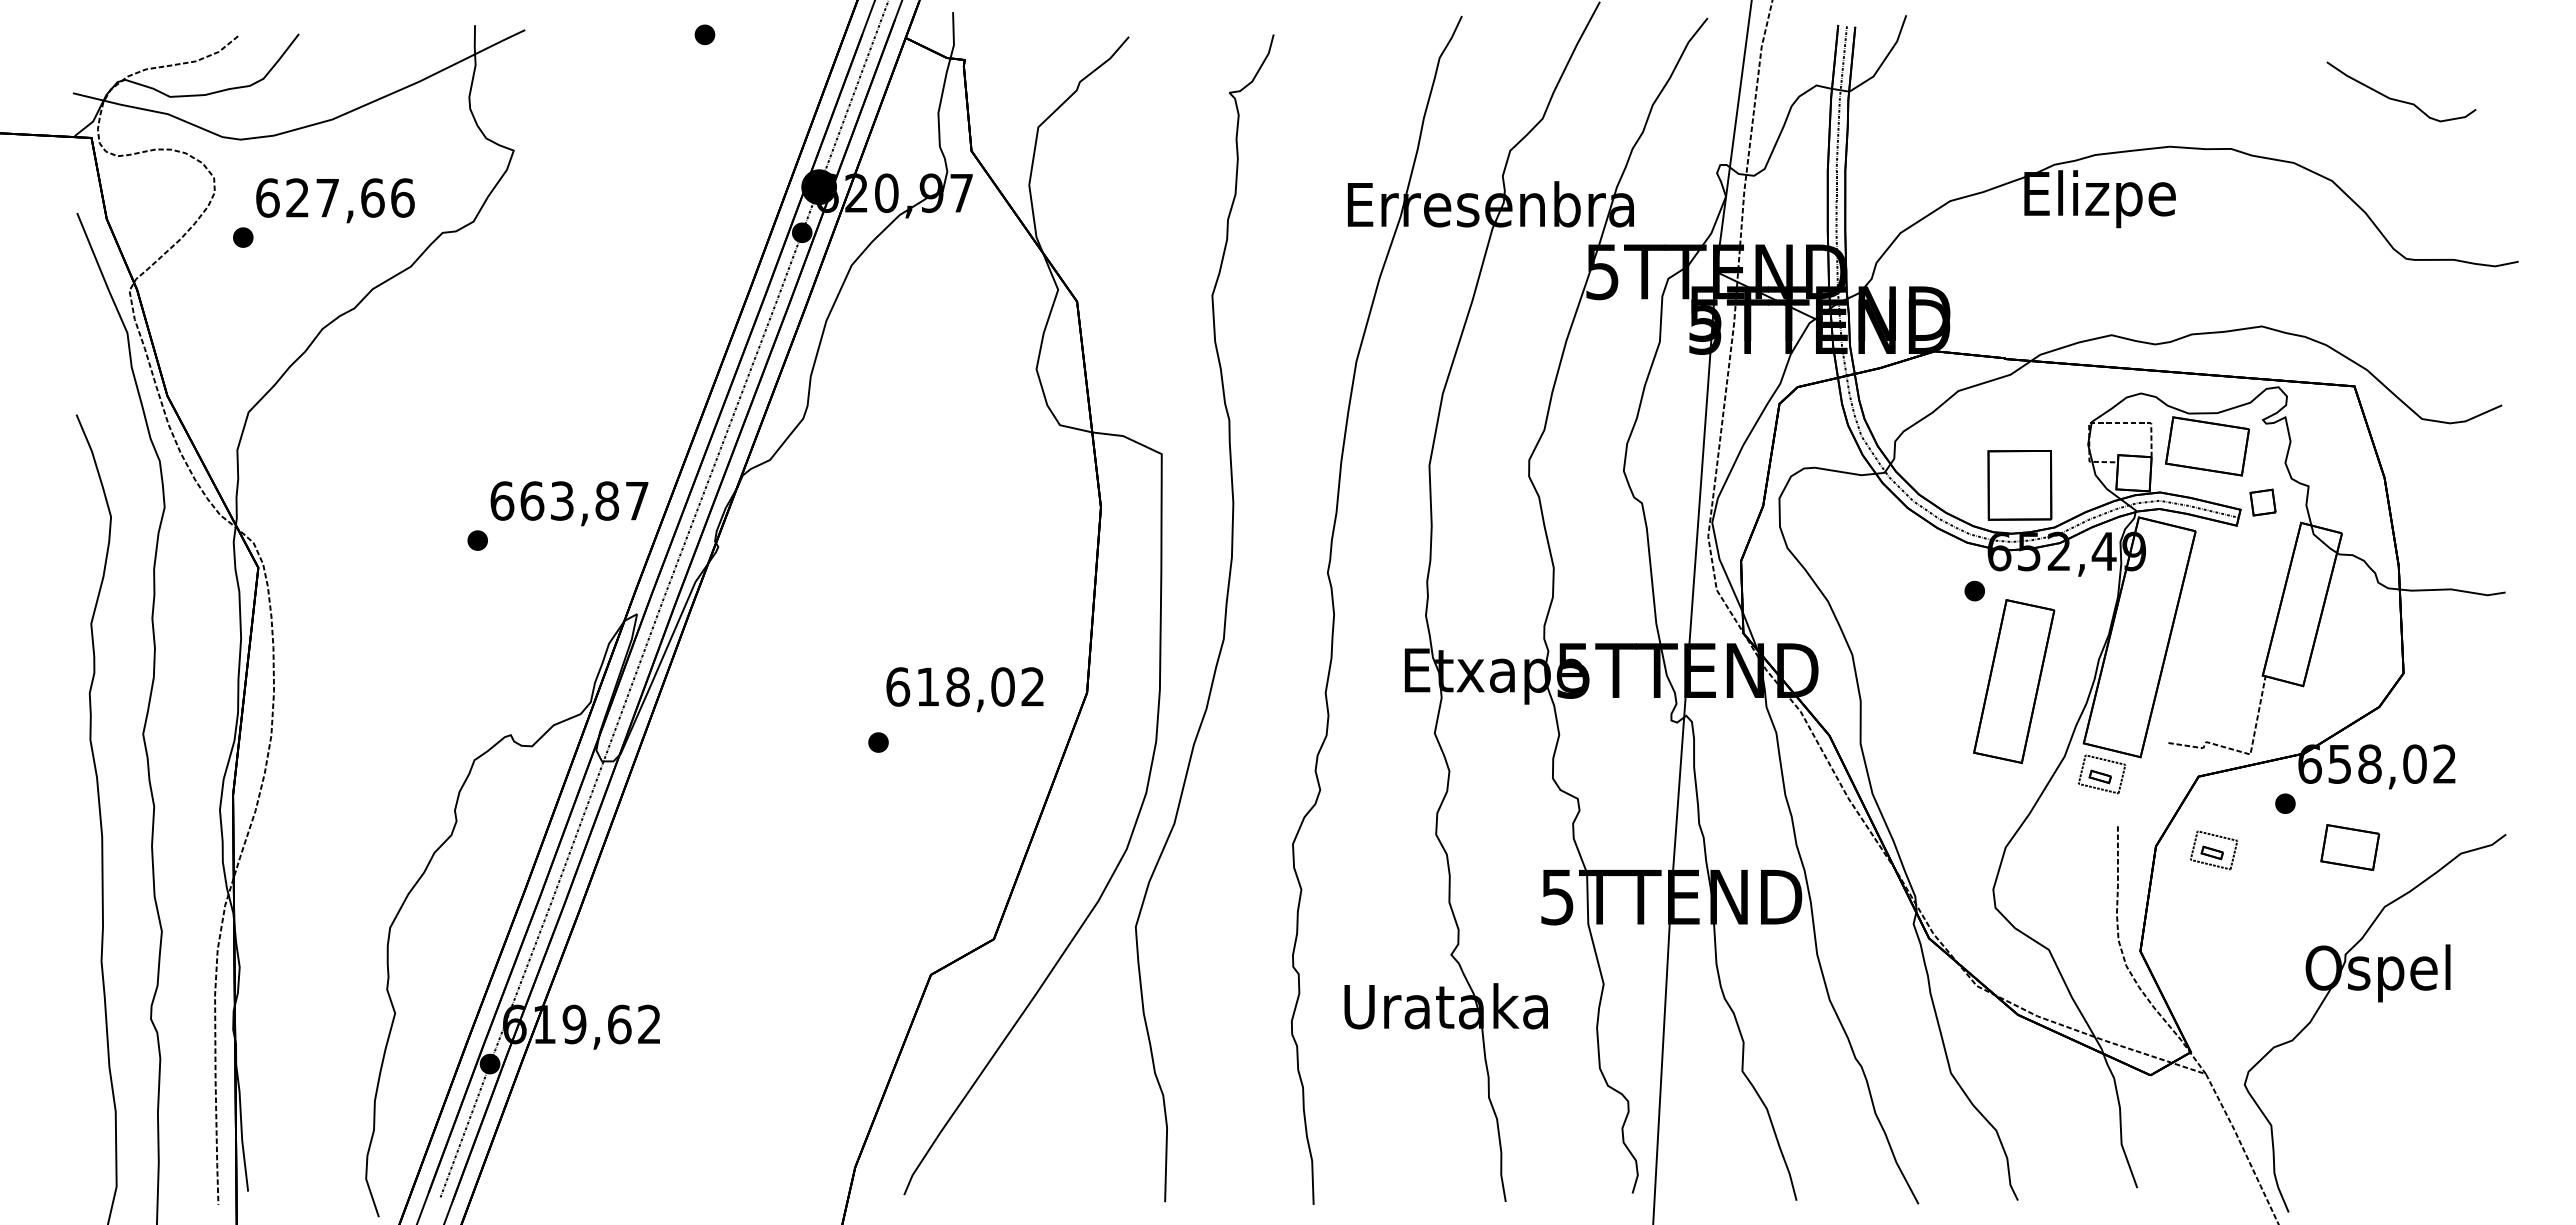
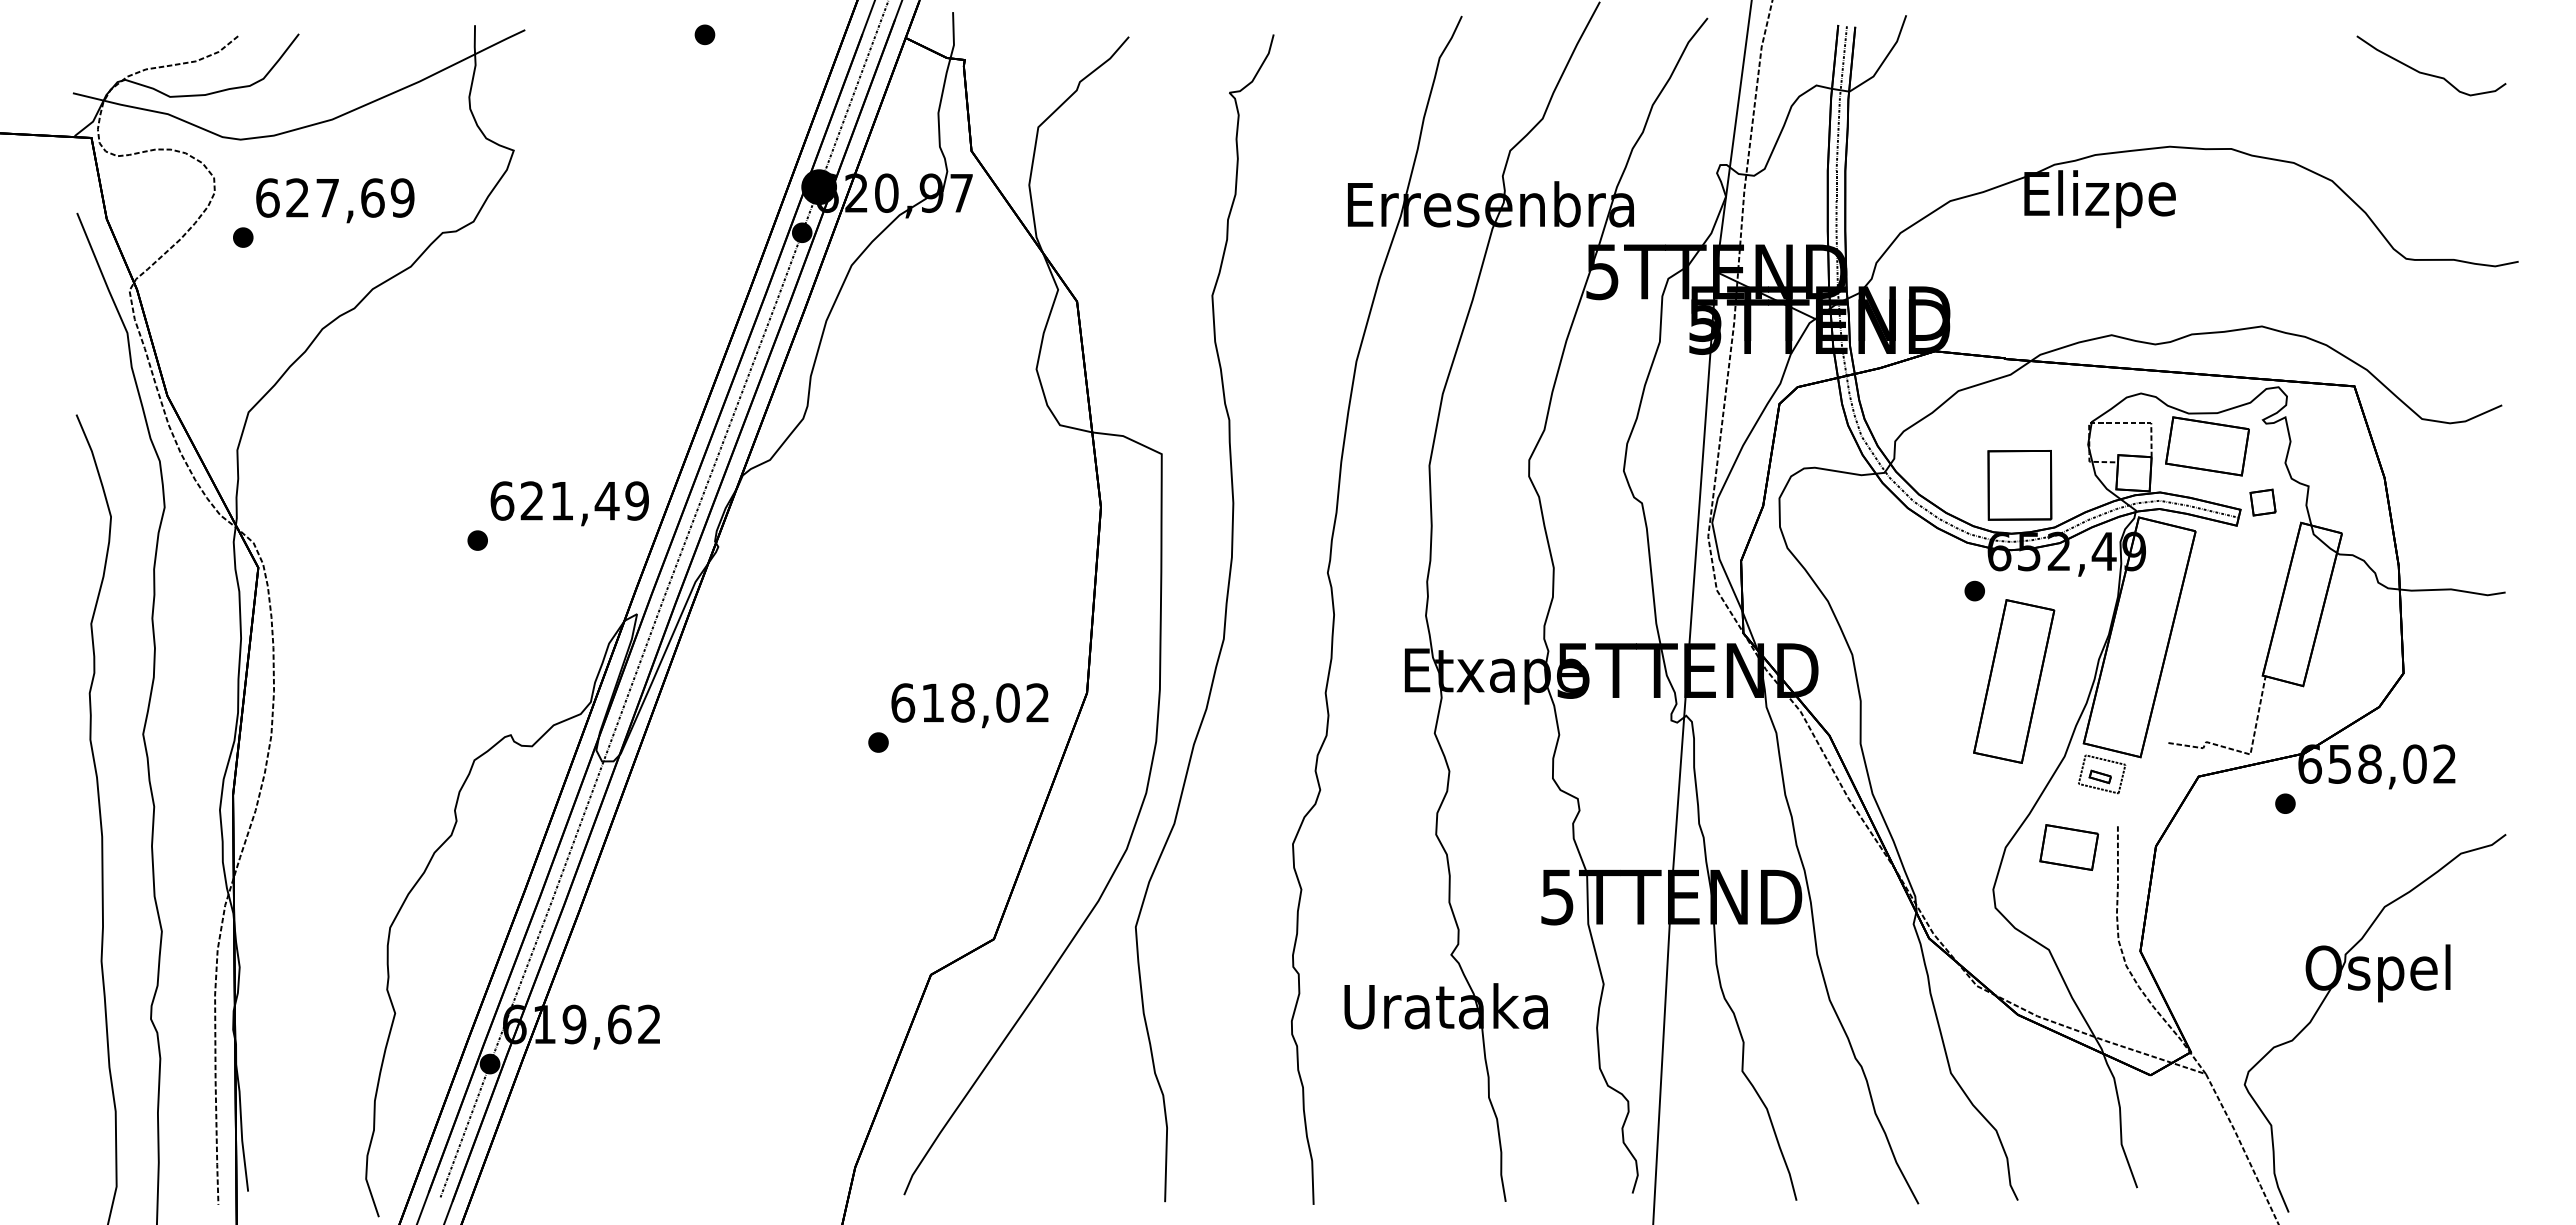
curve at (2398, 99) position: (2398, 99) -> (2428, 73)
text at (402, 197): 627,66 -> 627,69
text at (584, 500): 663,87 -> 621,49
text at (964, 689) position: (964, 689) -> (969, 705)
part at (2350, 847) position: (2350, 847) -> (2069, 847)
part at (2214, 850): present -> none
